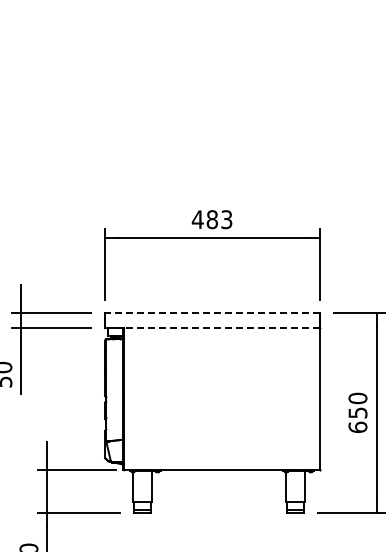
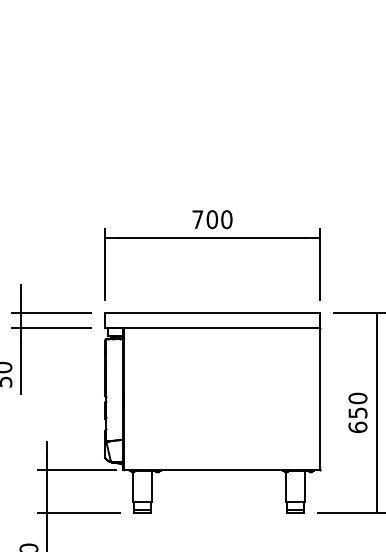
text at (211, 219): 483 -> 700
line at (211, 313): dashed -> solid
line at (211, 328): dashed -> solid
